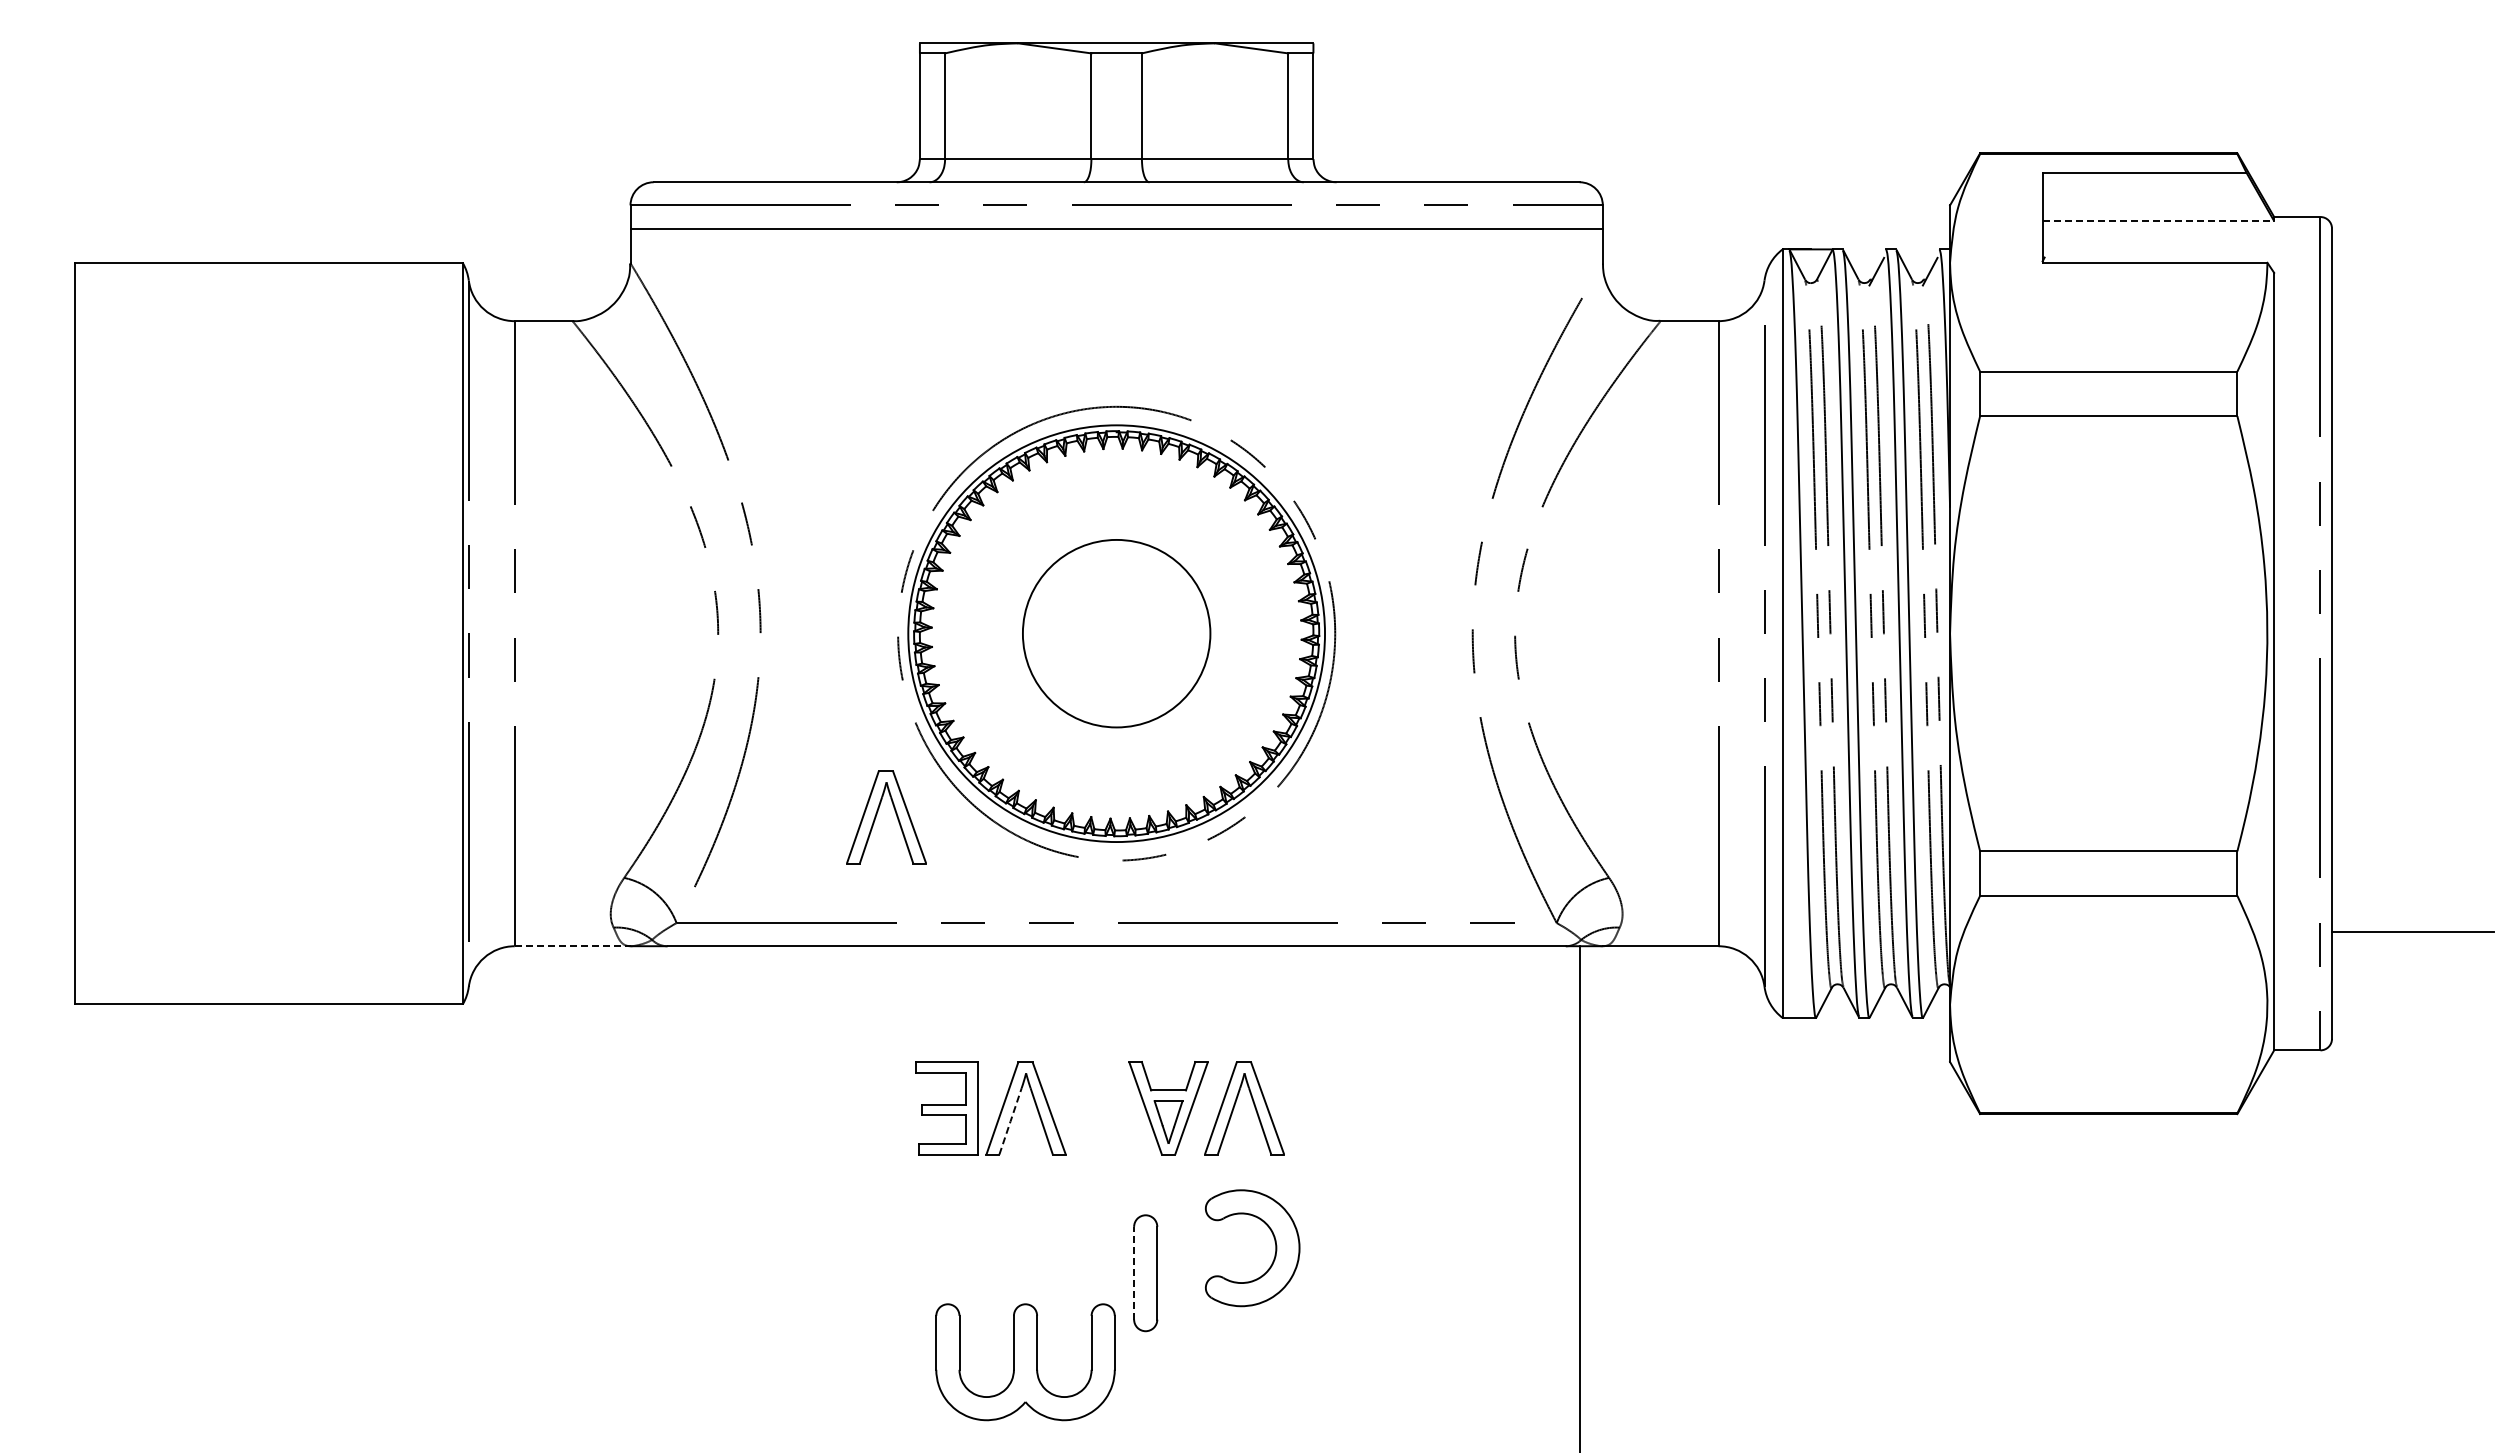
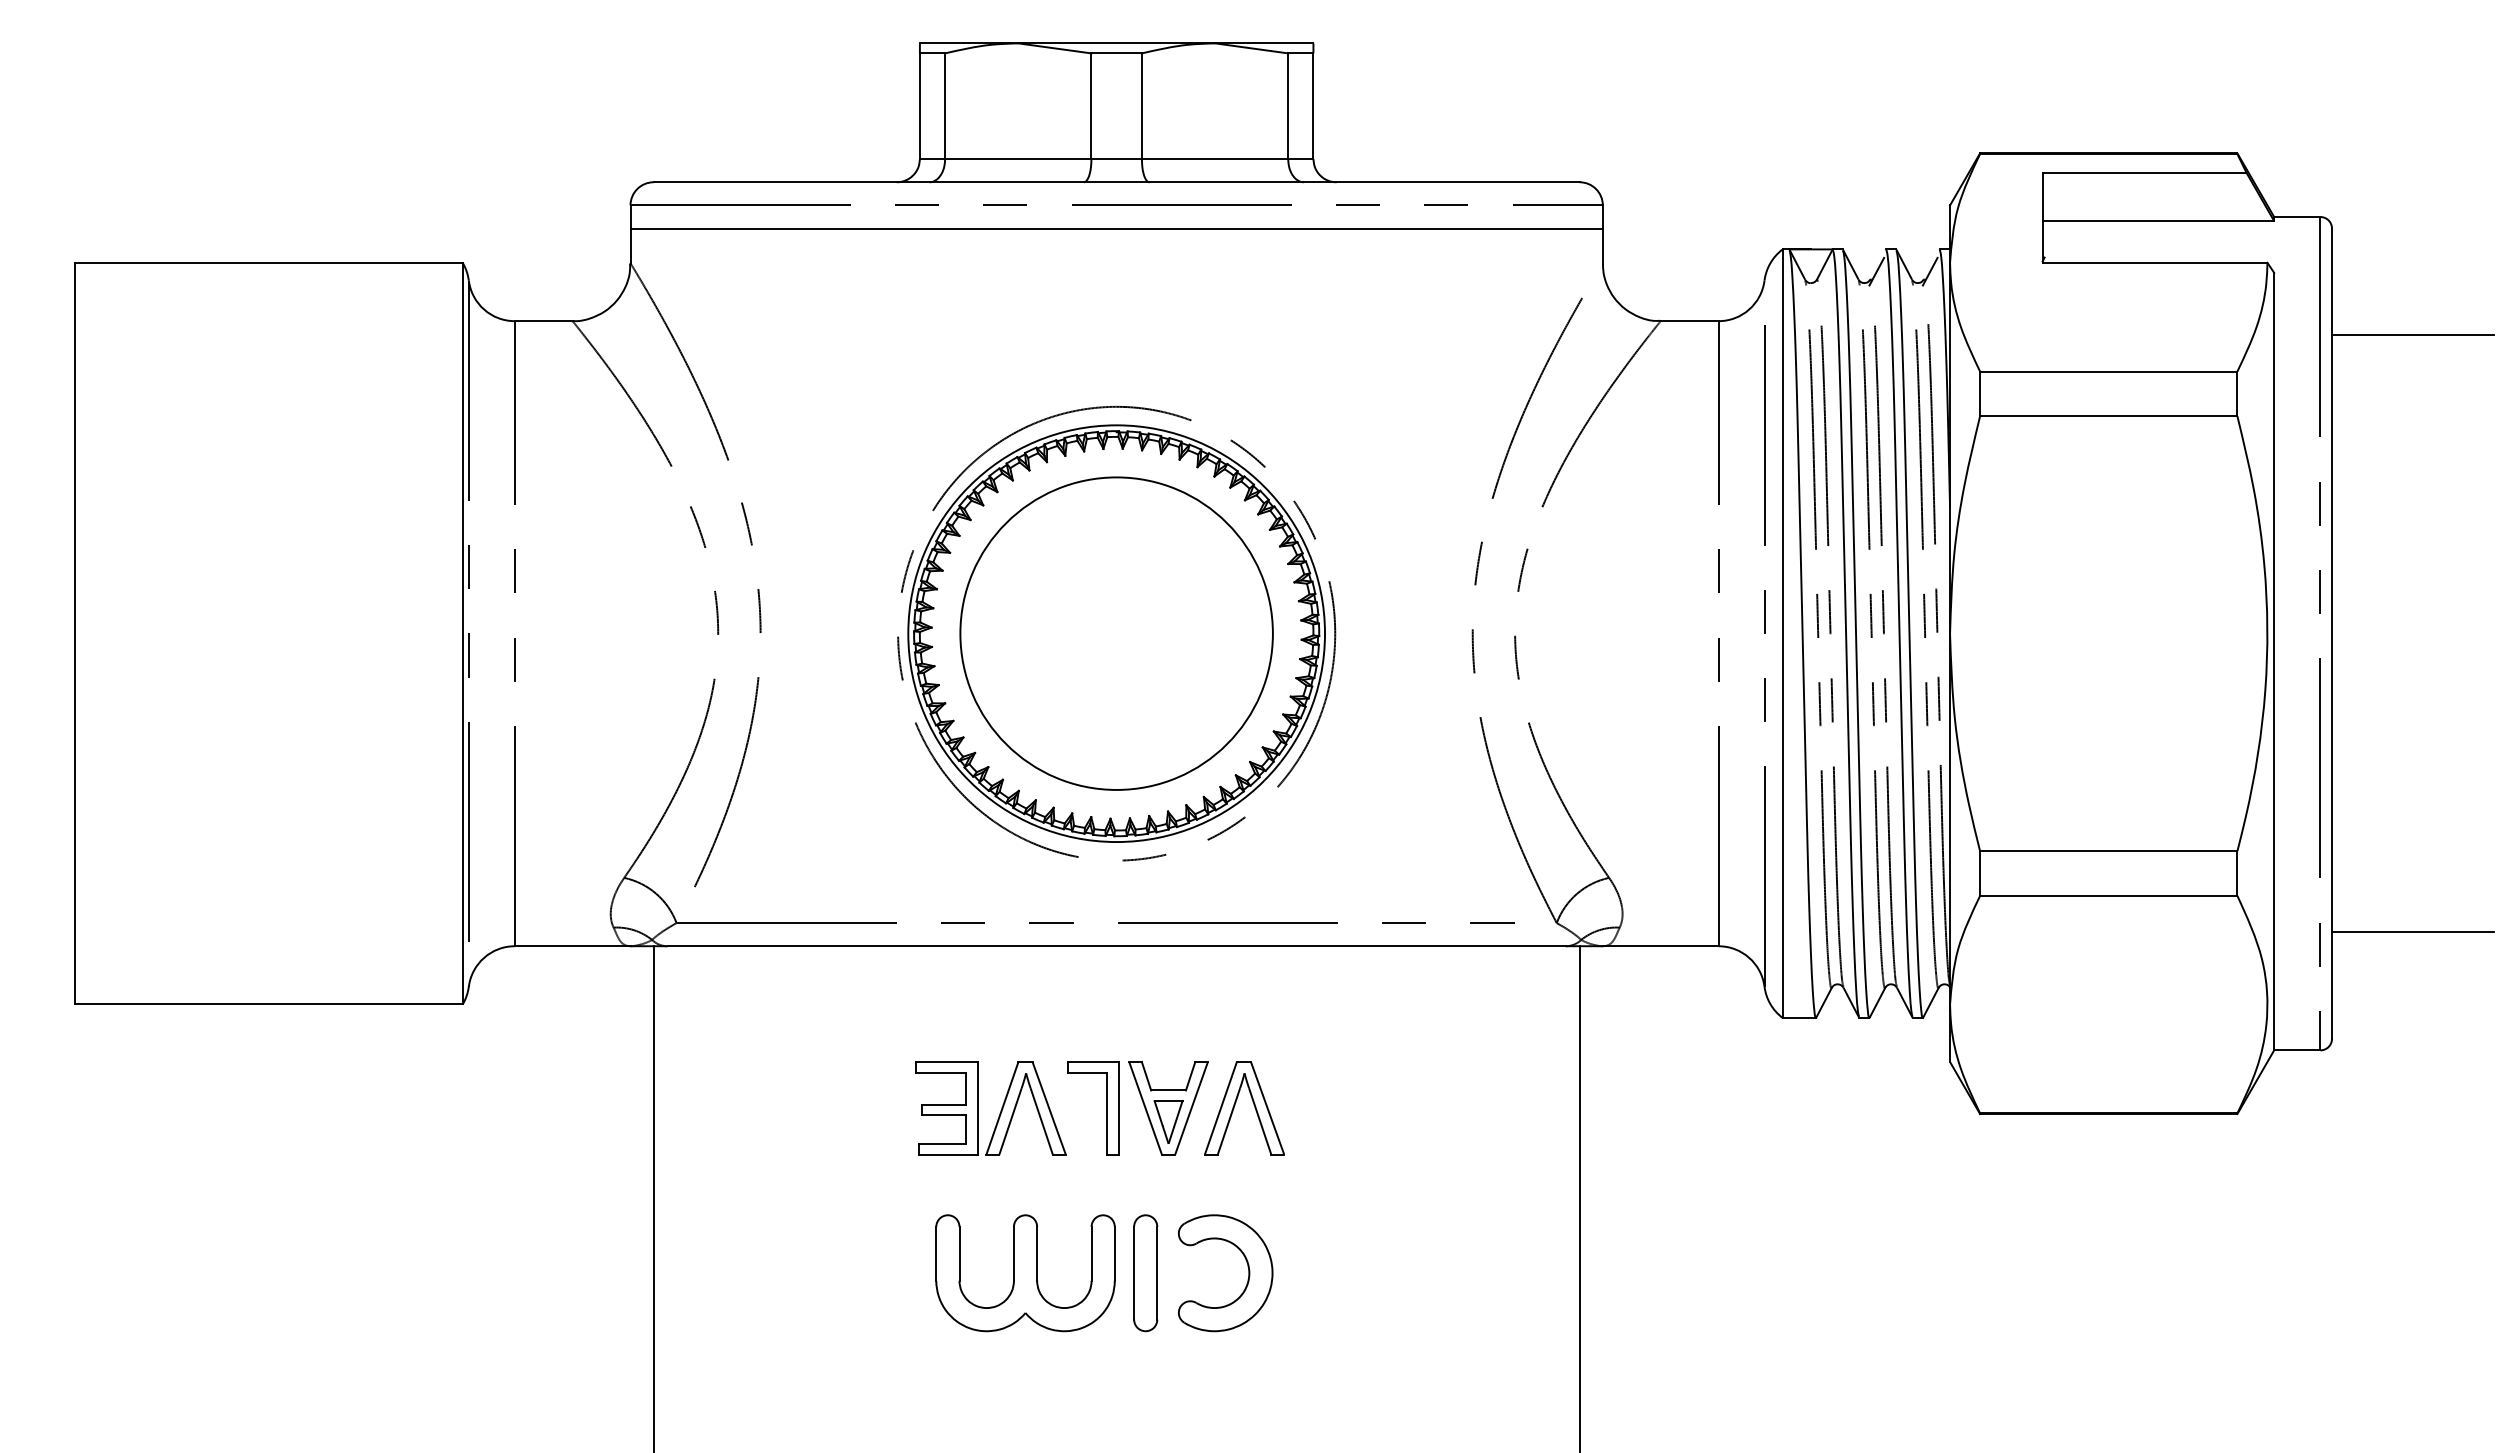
line at (2158, 221): dashed -> solid
line at (2413, 335): none -> present
circle at (1116, 633) diameter: 188 px -> 313 px
part at (877, 814): present -> none
line at (572, 946): dashed -> solid
part at (1106, 1108): none -> present
line at (1010, 1121): dashed -> solid
line at (653, 1197): none -> present
part at (1274, 1242) position: (1274, 1242) -> (1247, 1267)
line at (1134, 1272): dashed -> solid
part at (1025, 1362) position: (1025, 1362) -> (1025, 1273)
